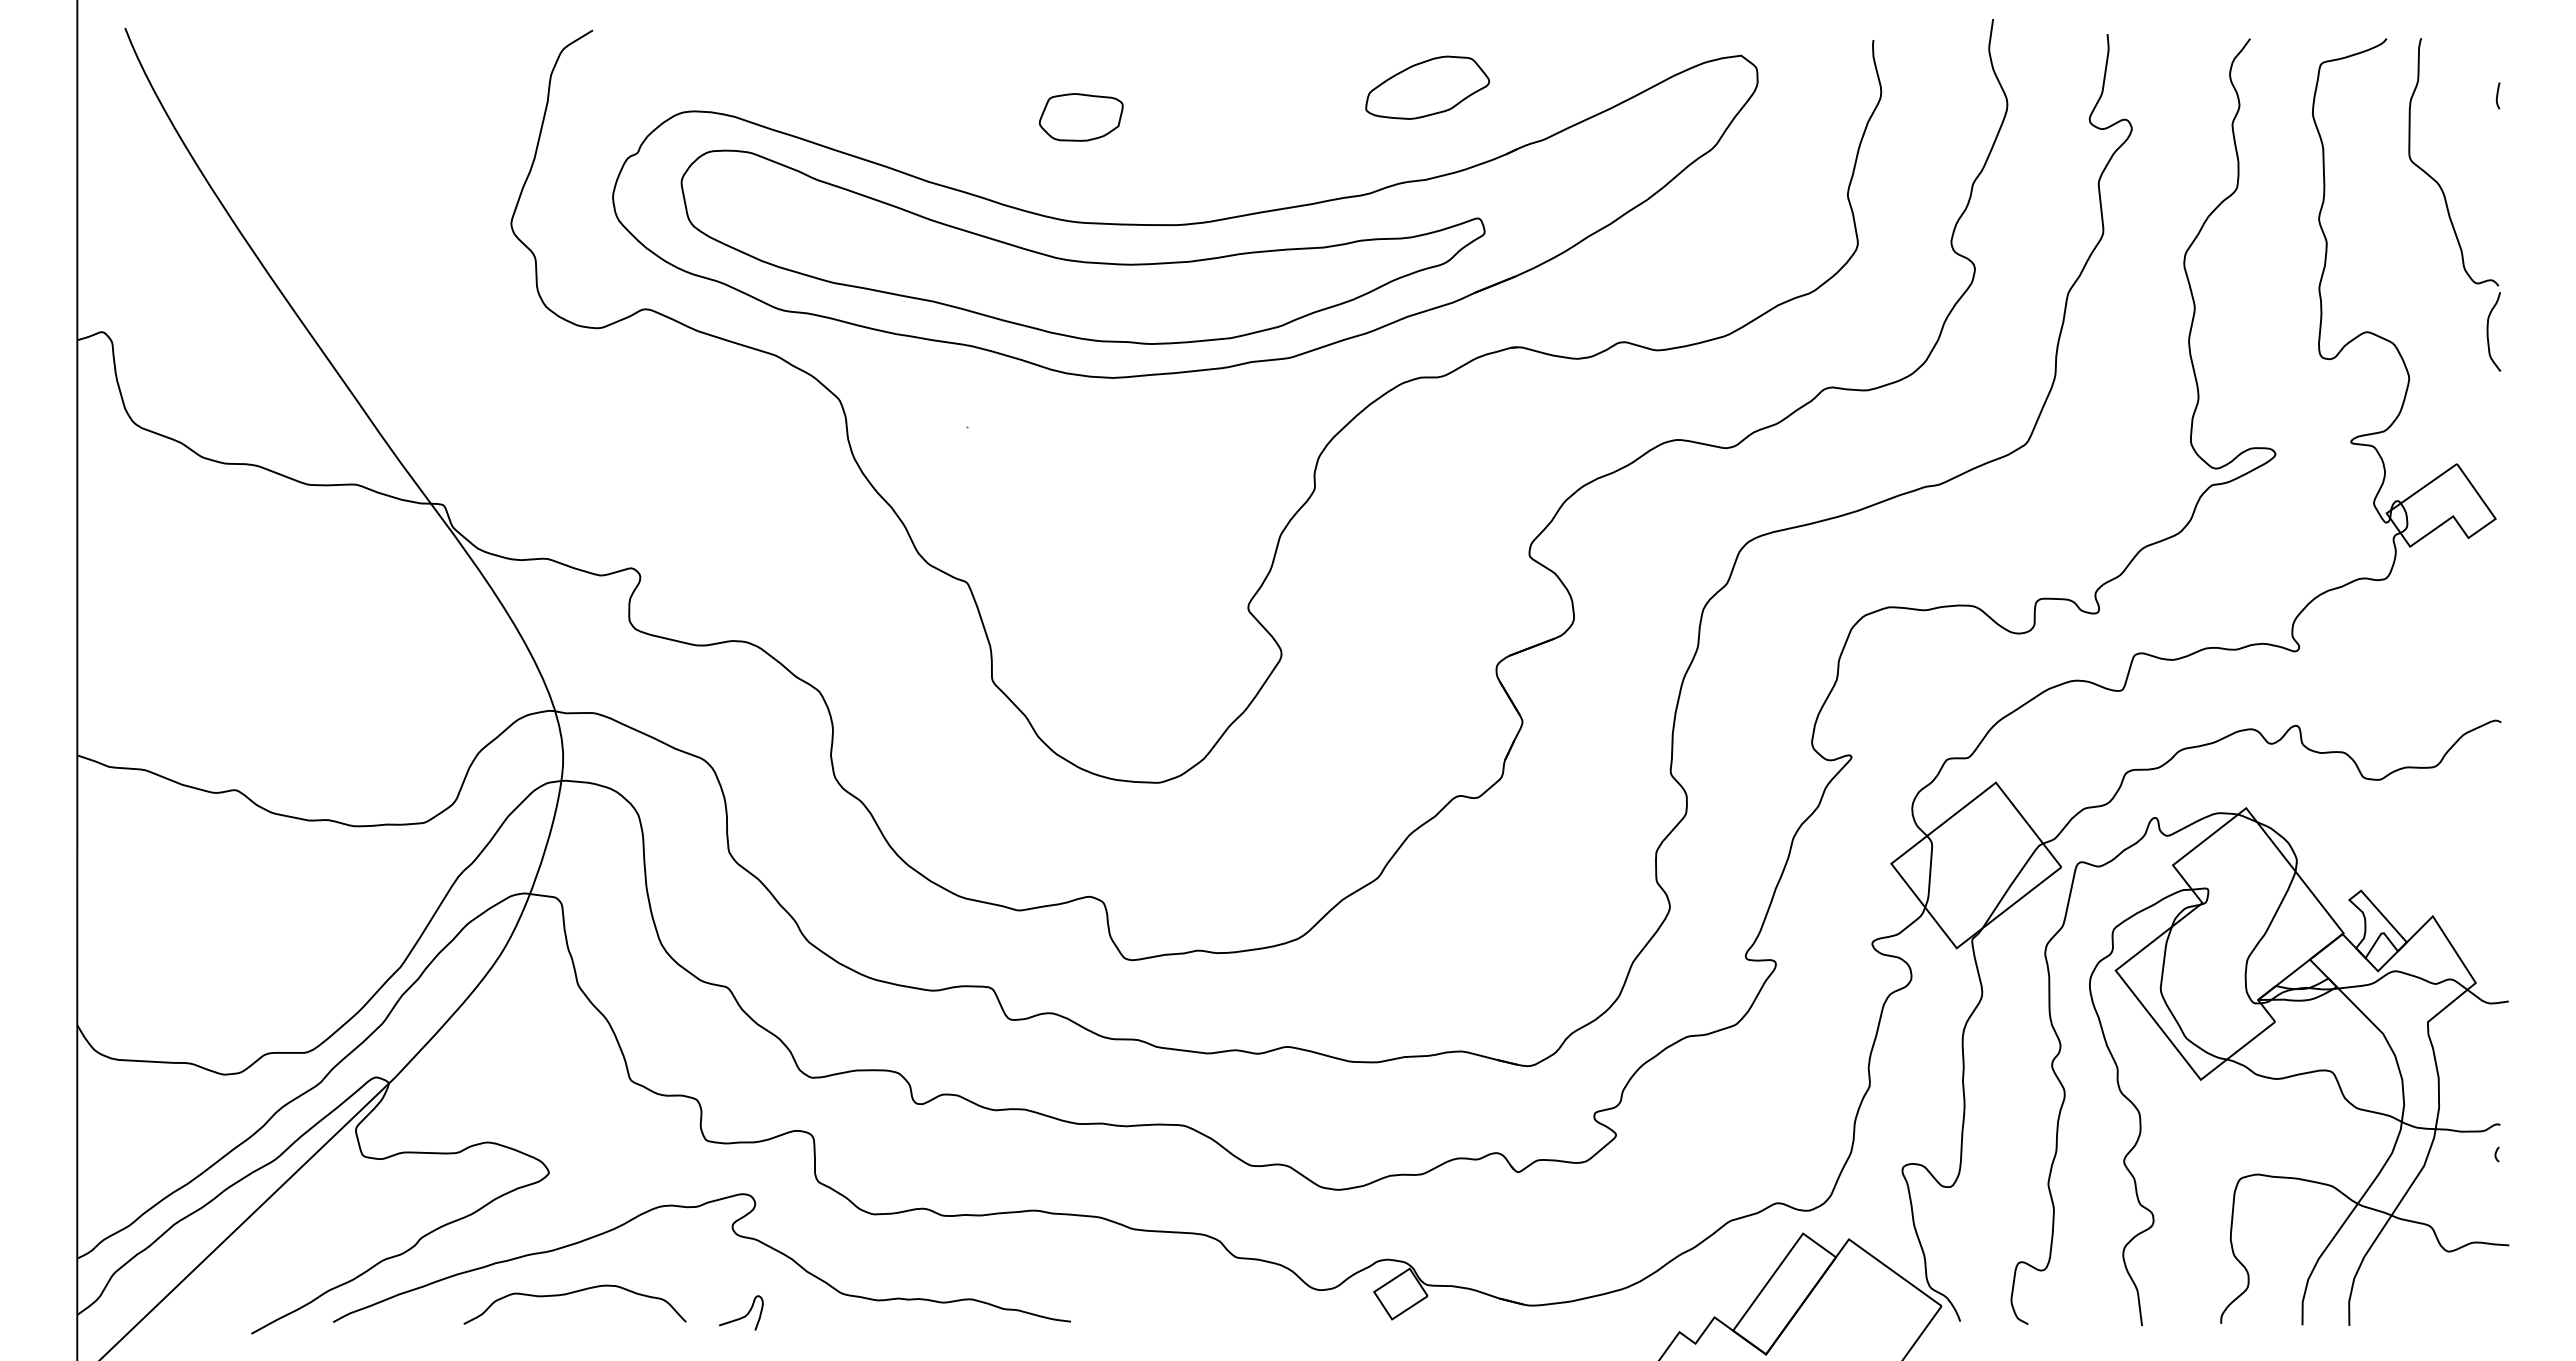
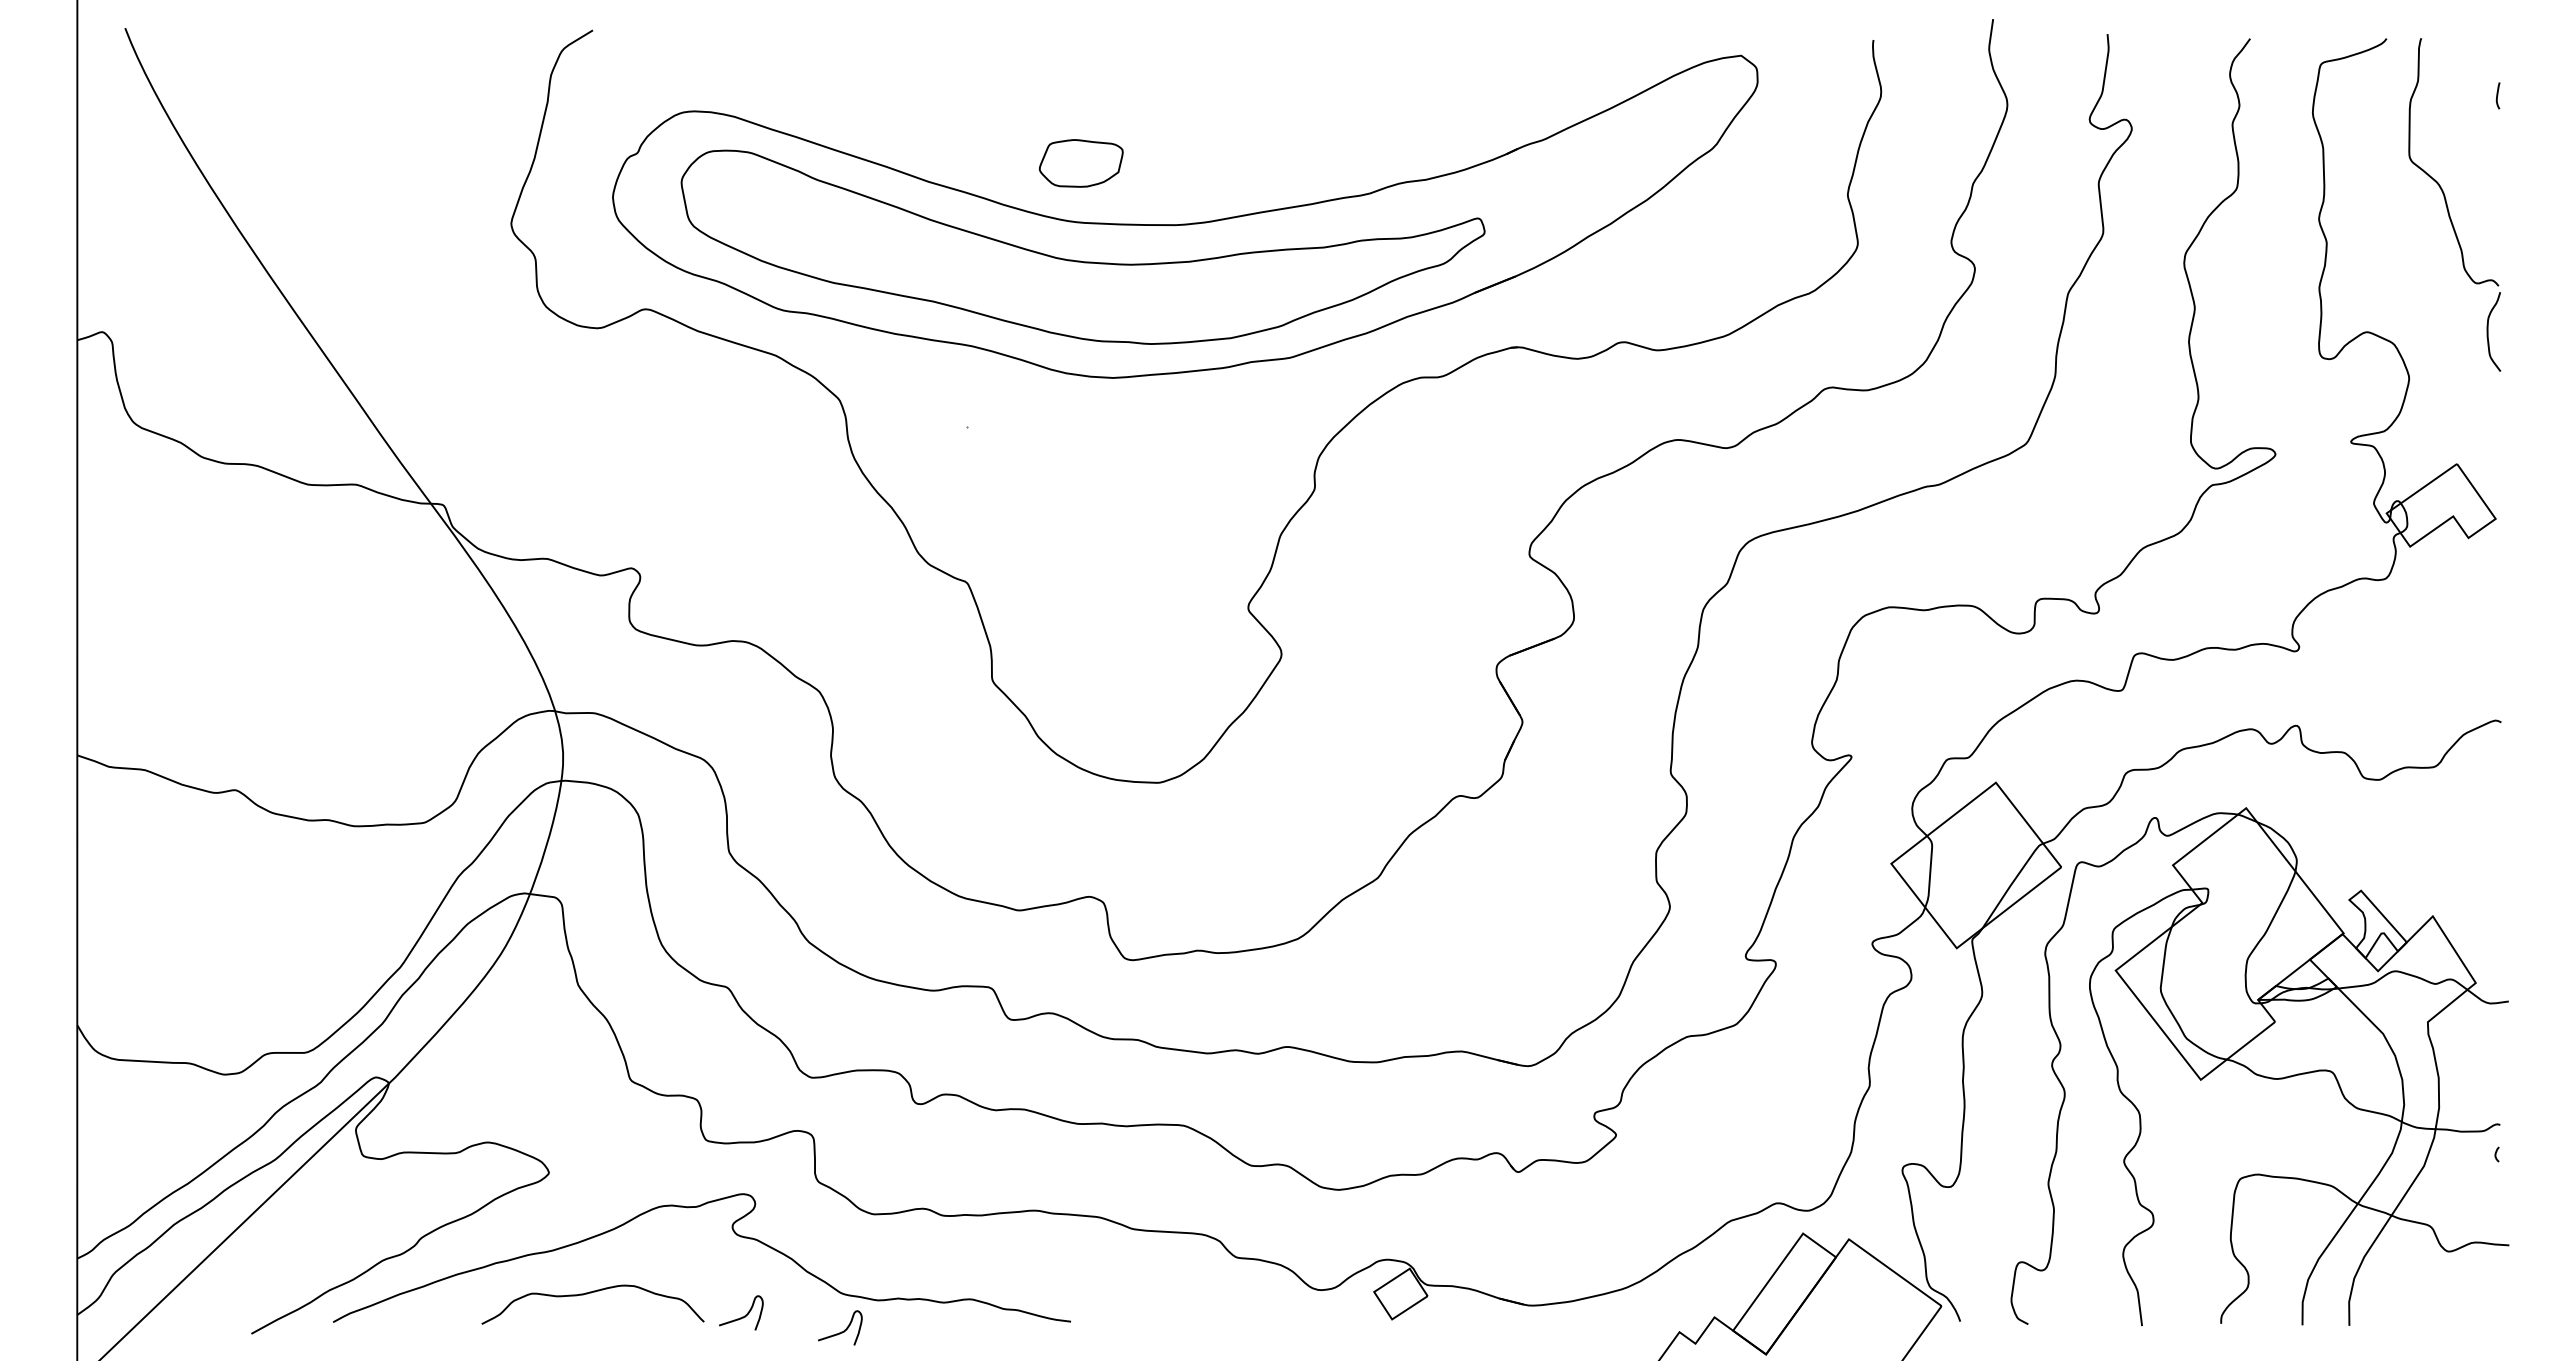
part at (1427, 87): present -> none
part at (1080, 117) position: (1080, 117) -> (1080, 163)
curve at (573, 1293) position: (573, 1293) -> (591, 1293)
curve at (841, 1331): none -> present
